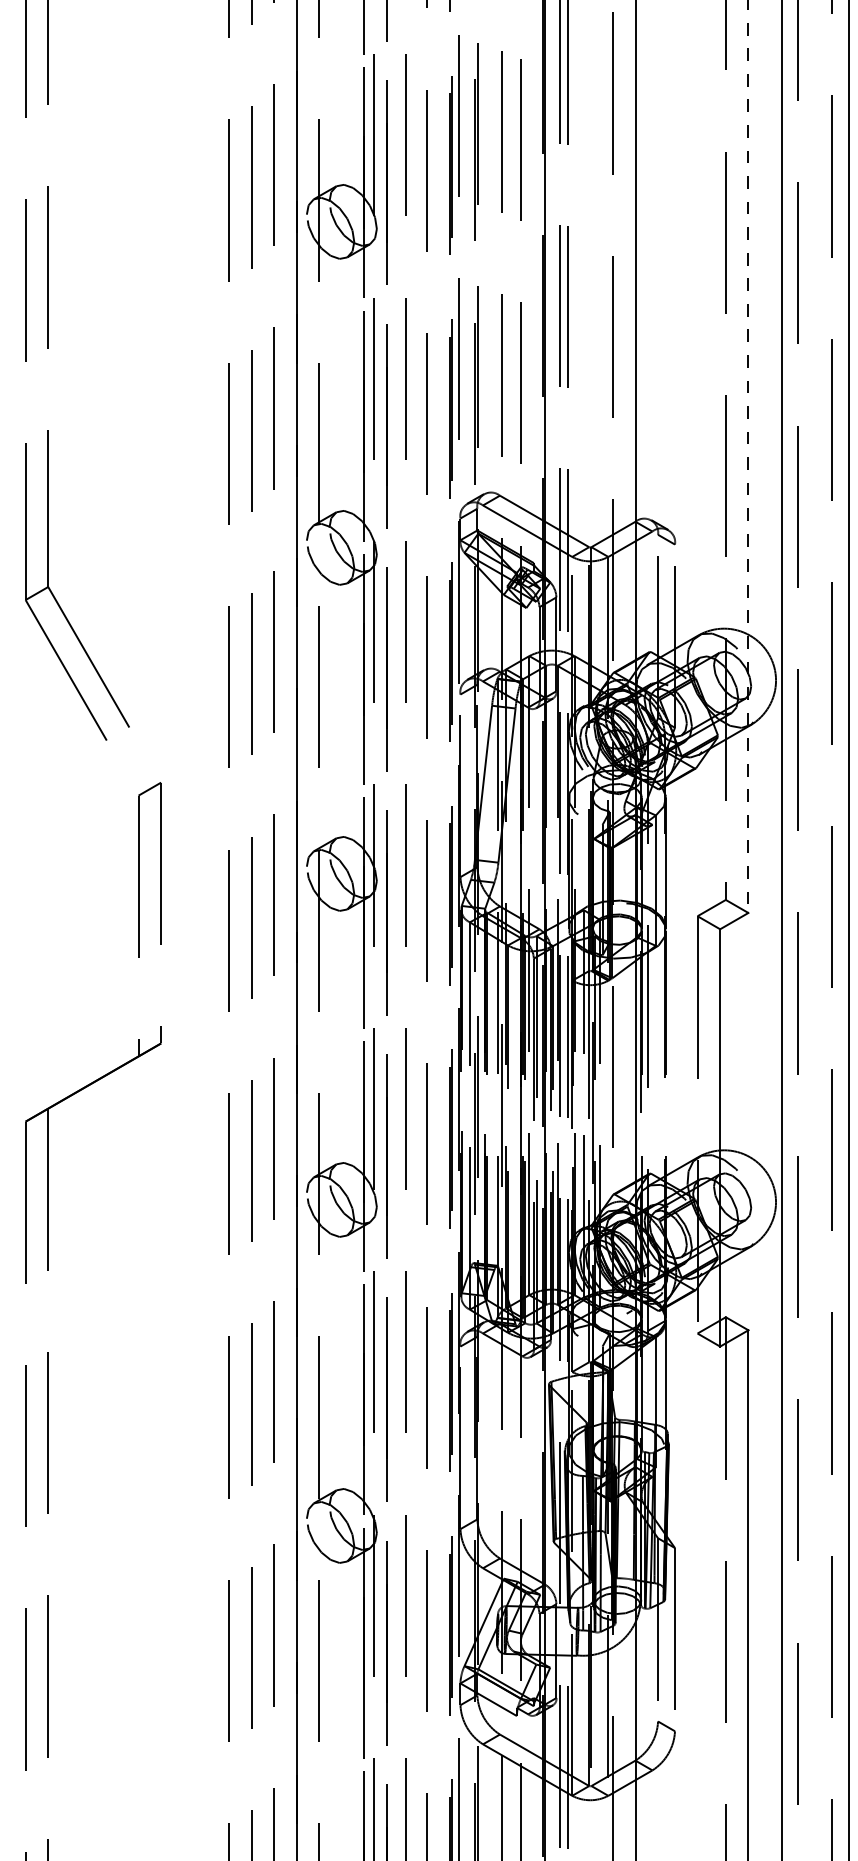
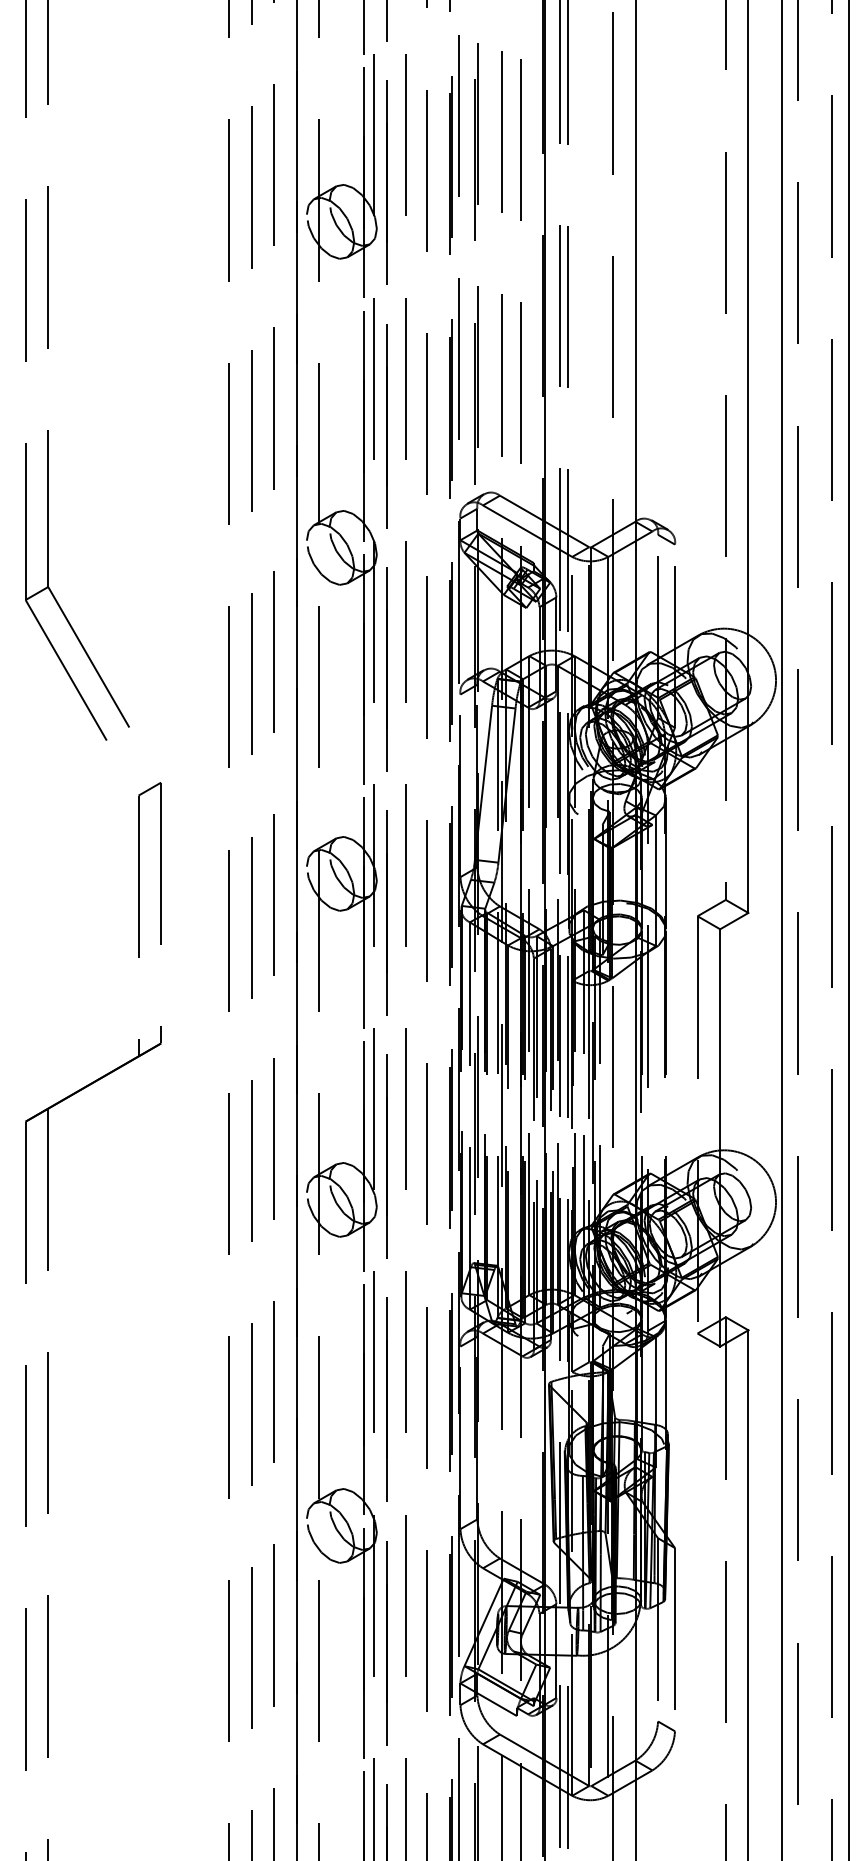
line at (748, 457): dashed -> solid
